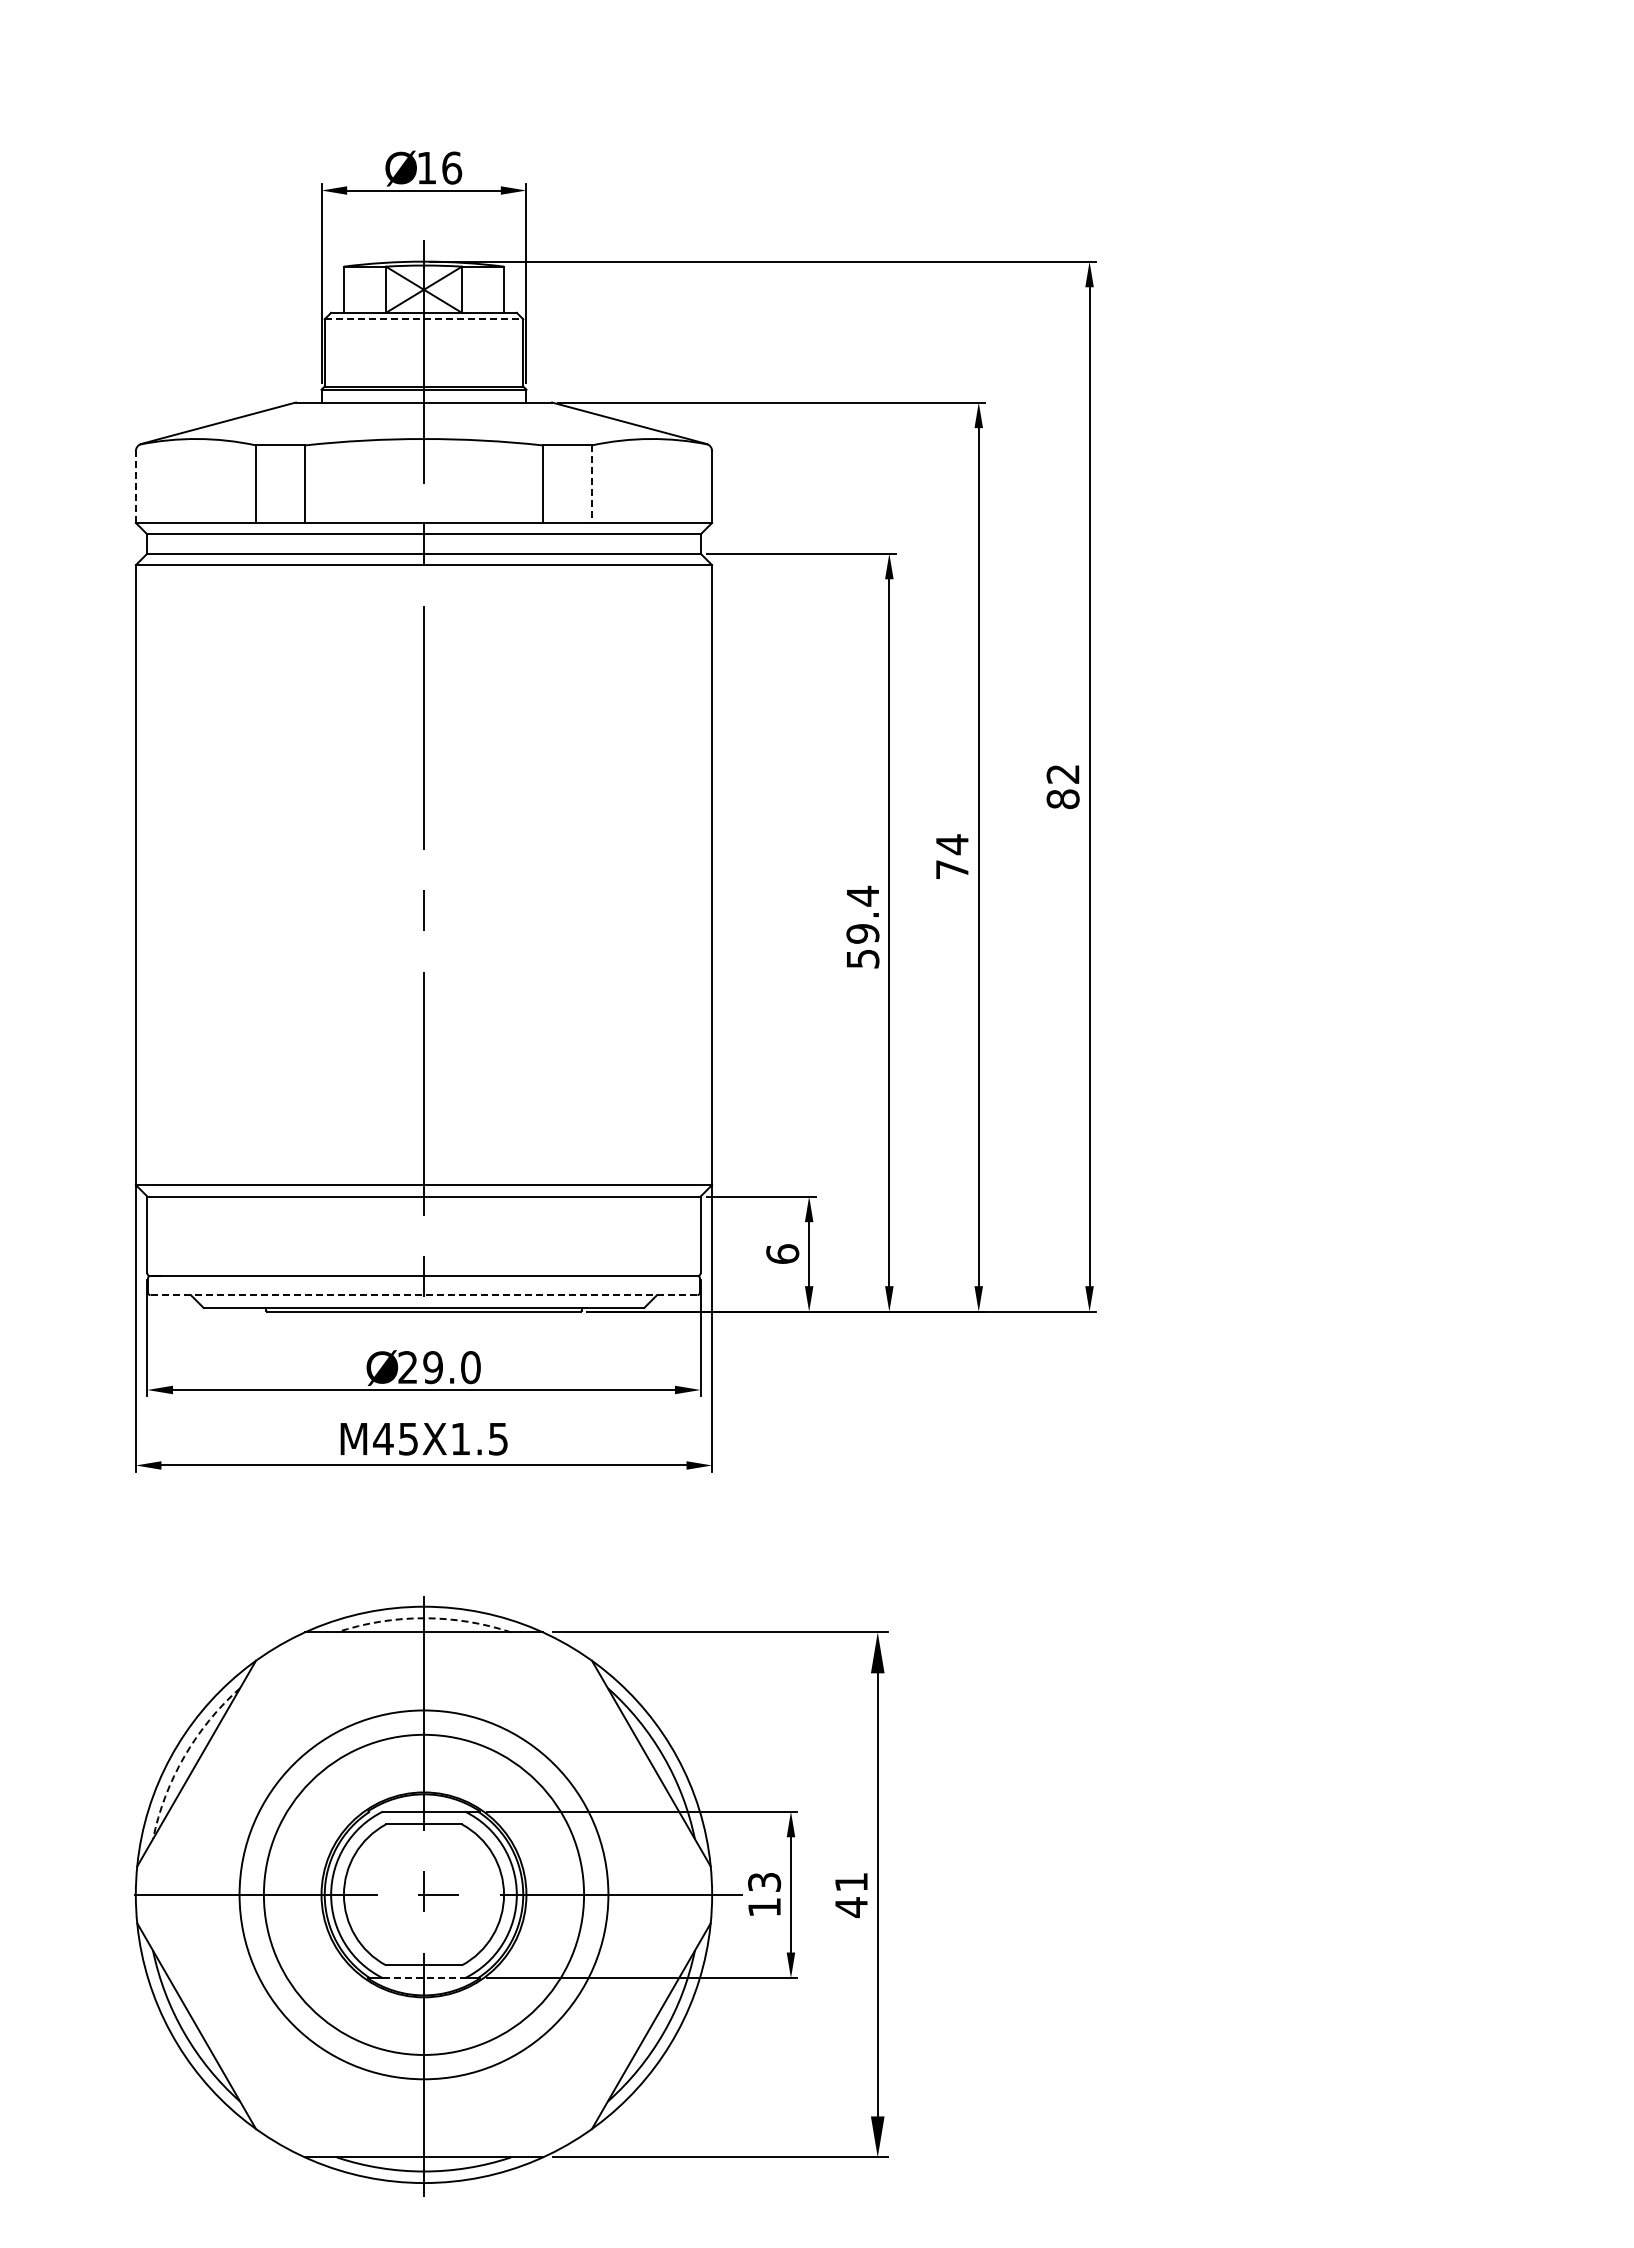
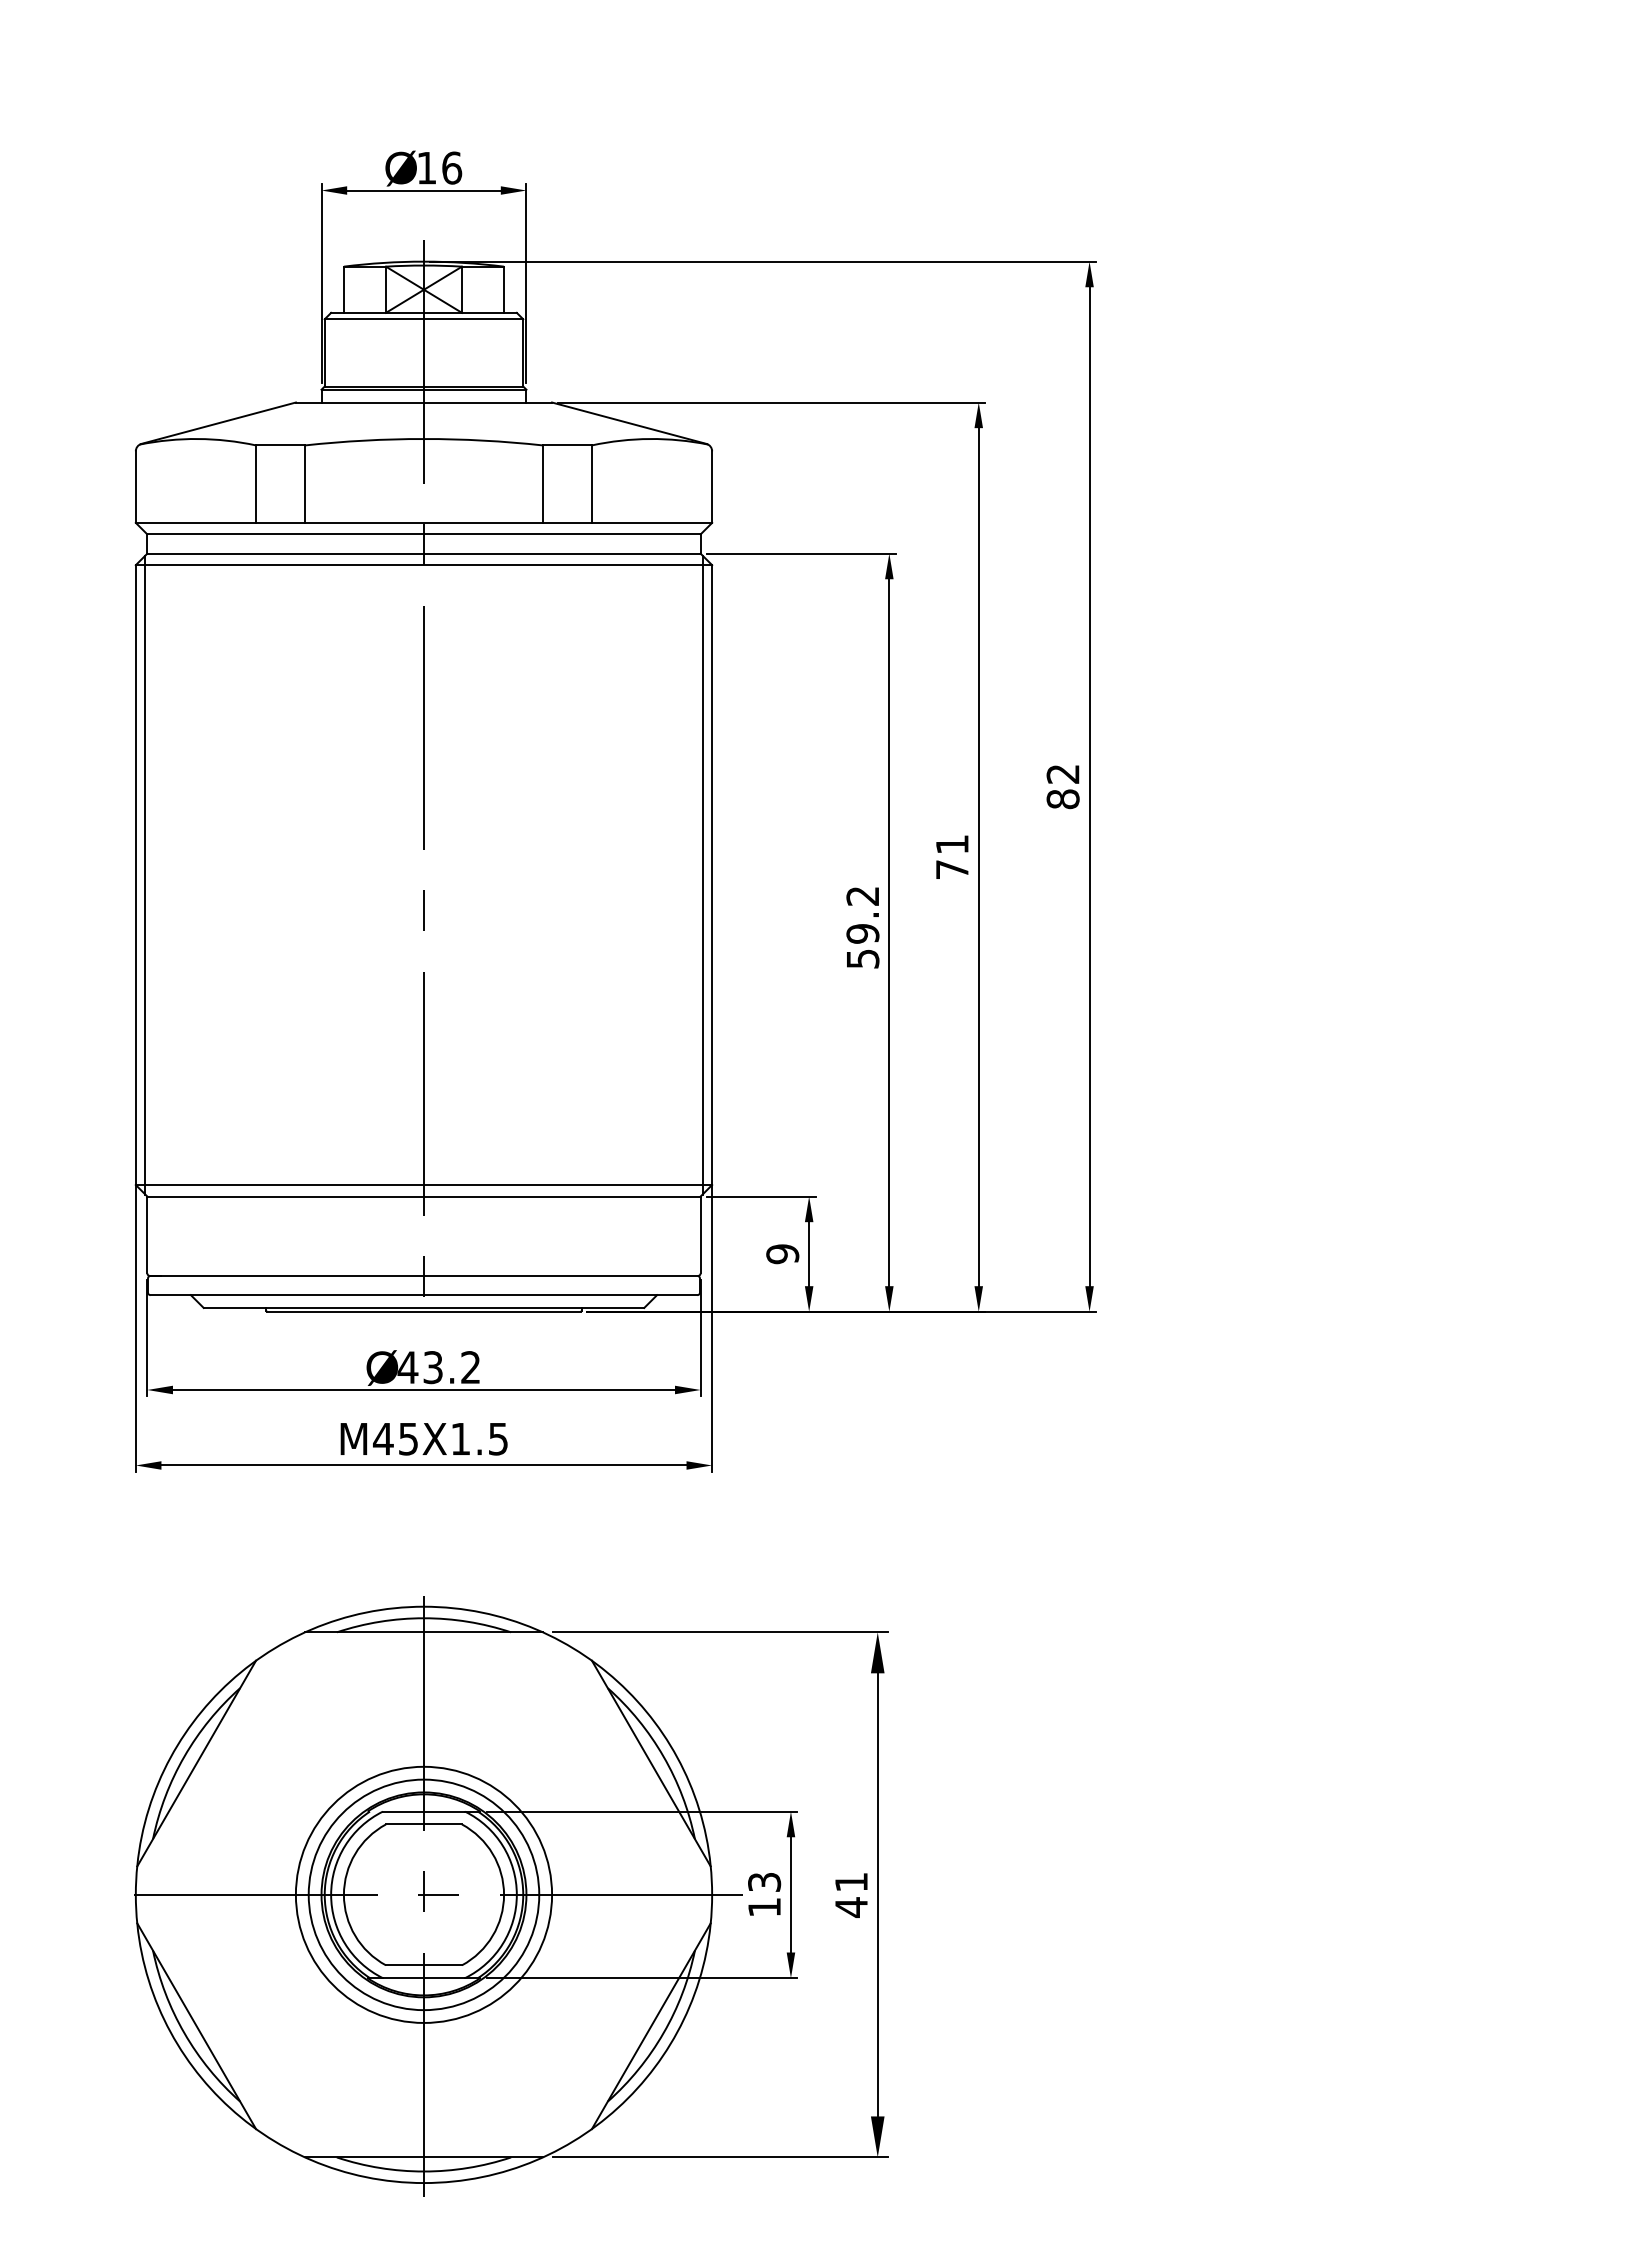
line at (424, 319): dashed -> solid
line at (591, 484): dashed -> solid
line at (135, 487): dashed -> solid
text at (952, 844): 74 -> 71
line at (702, 874): none -> present
line at (145, 875): none -> present
text at (862, 895): 59.4 -> 59.2
text at (782, 1254): 6 -> 9
line at (423, 1295): dashed -> solid
text at (438, 1367): 29.0 -> 43.2
arc at (424, 1618): dashed -> solid
arc at (184, 1756): dashed -> solid
circle at (423, 1894) diameter: 320 px -> 256 px
circle at (423, 1894) diameter: 369 px -> 231 px
line at (424, 1978): dashed -> solid
